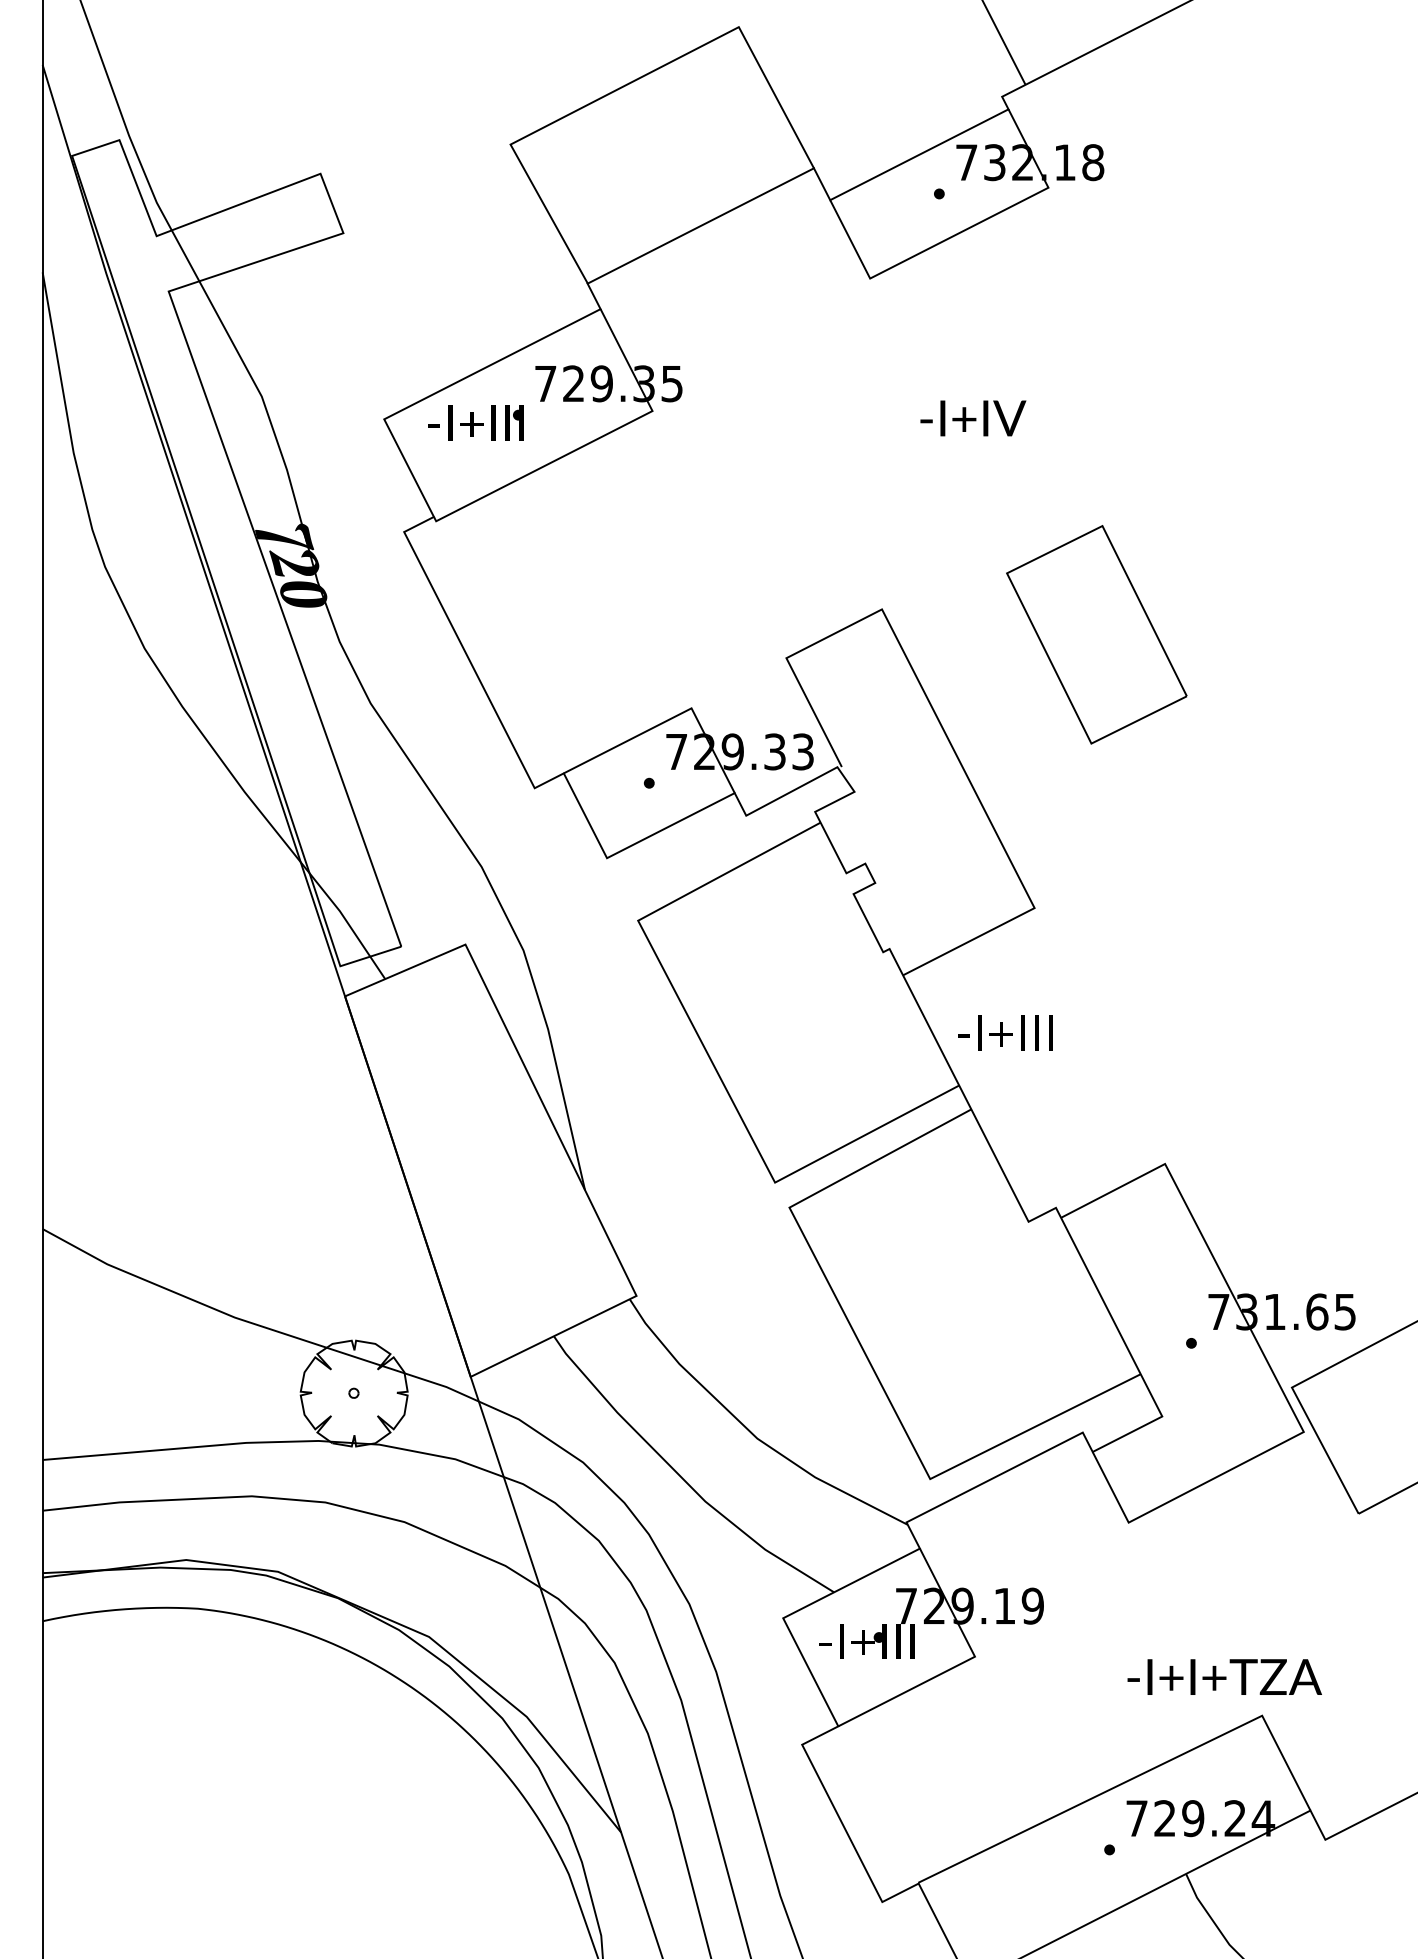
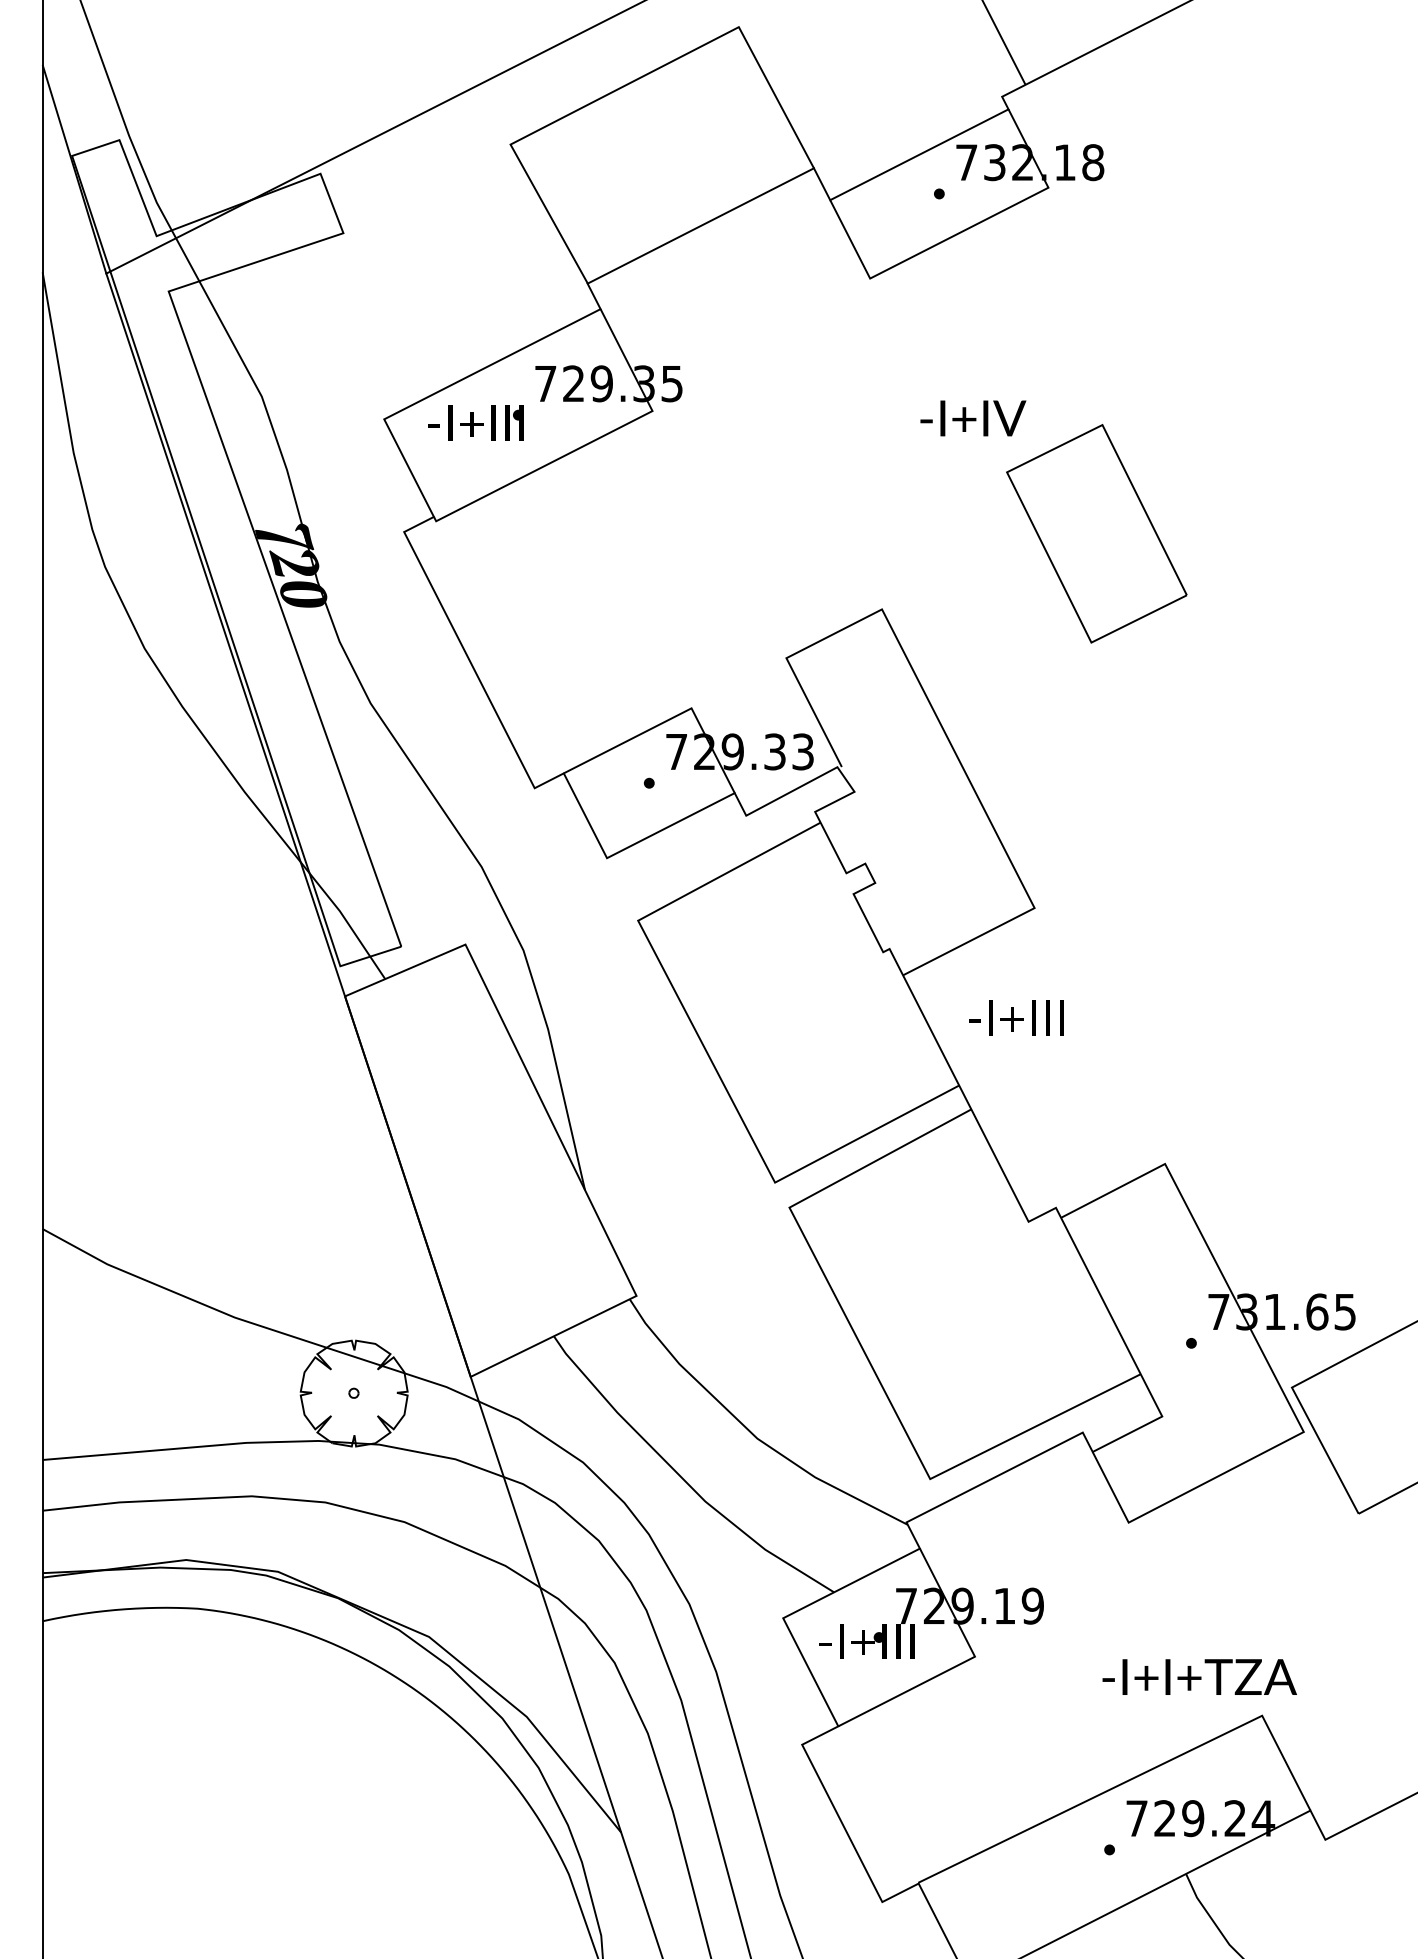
line at (373, 137): none -> present
part at (1096, 634) position: (1096, 634) -> (1096, 533)
text at (1005, 1032) position: (1005, 1032) -> (1016, 1017)
text at (1224, 1676) position: (1224, 1676) -> (1199, 1676)
